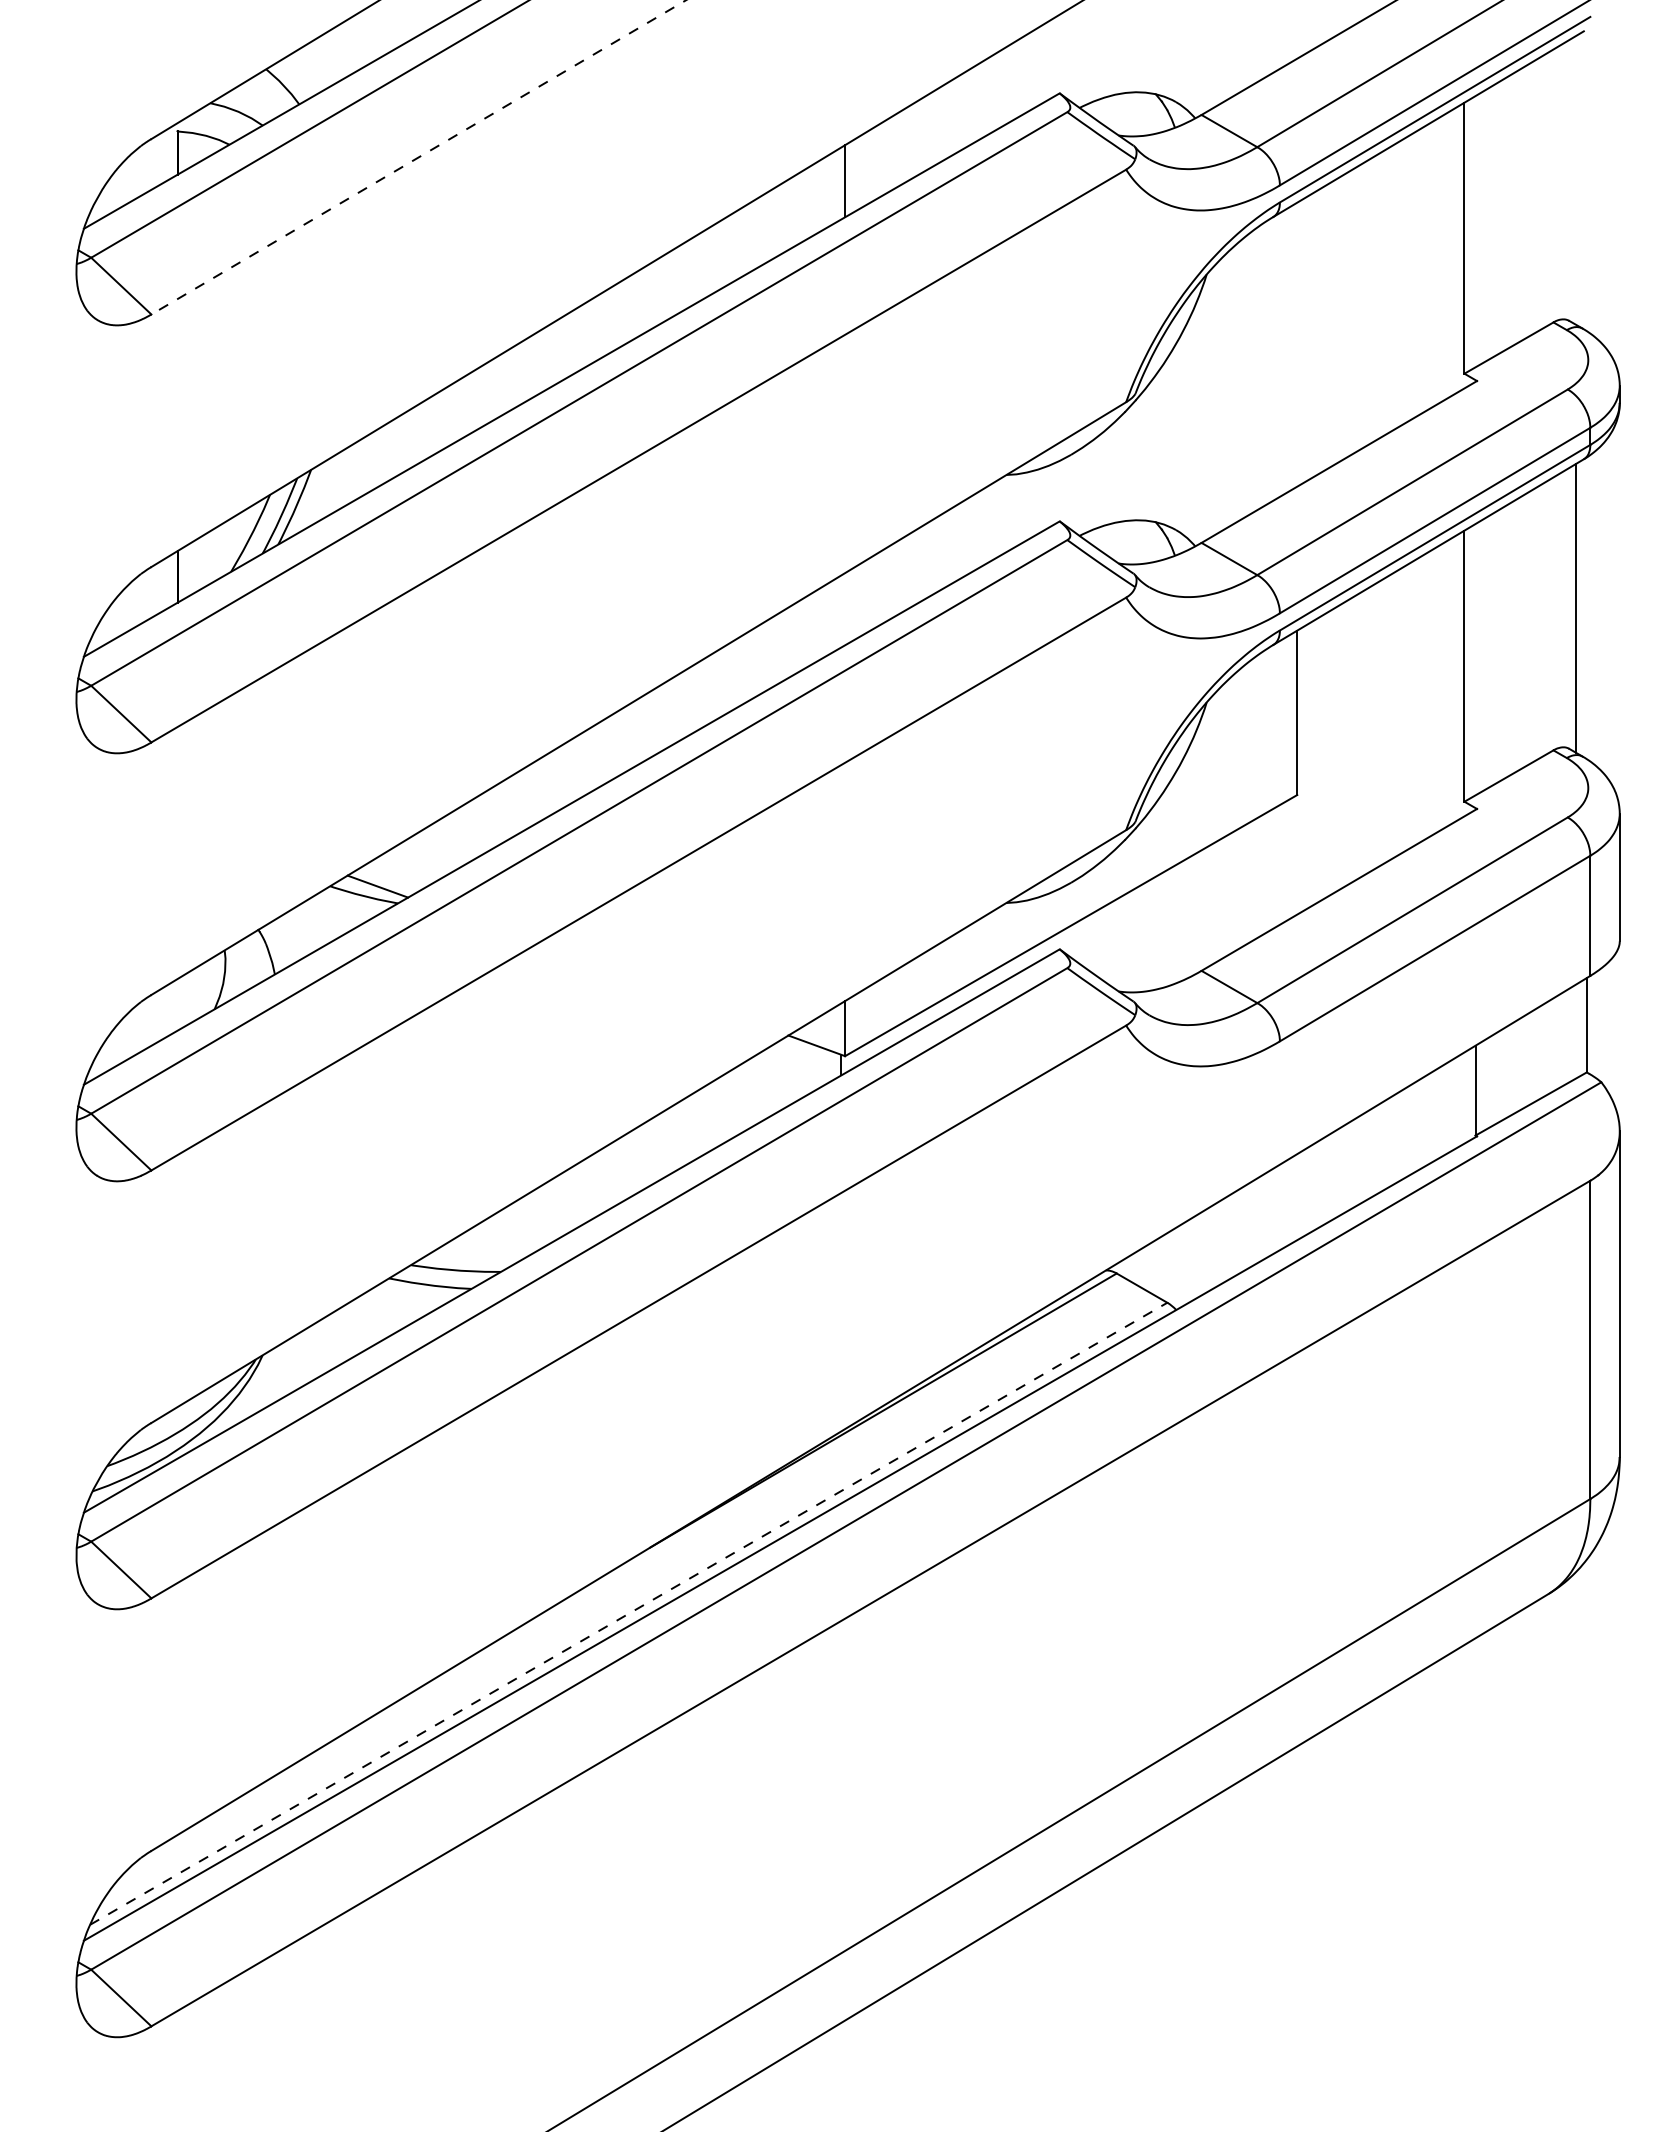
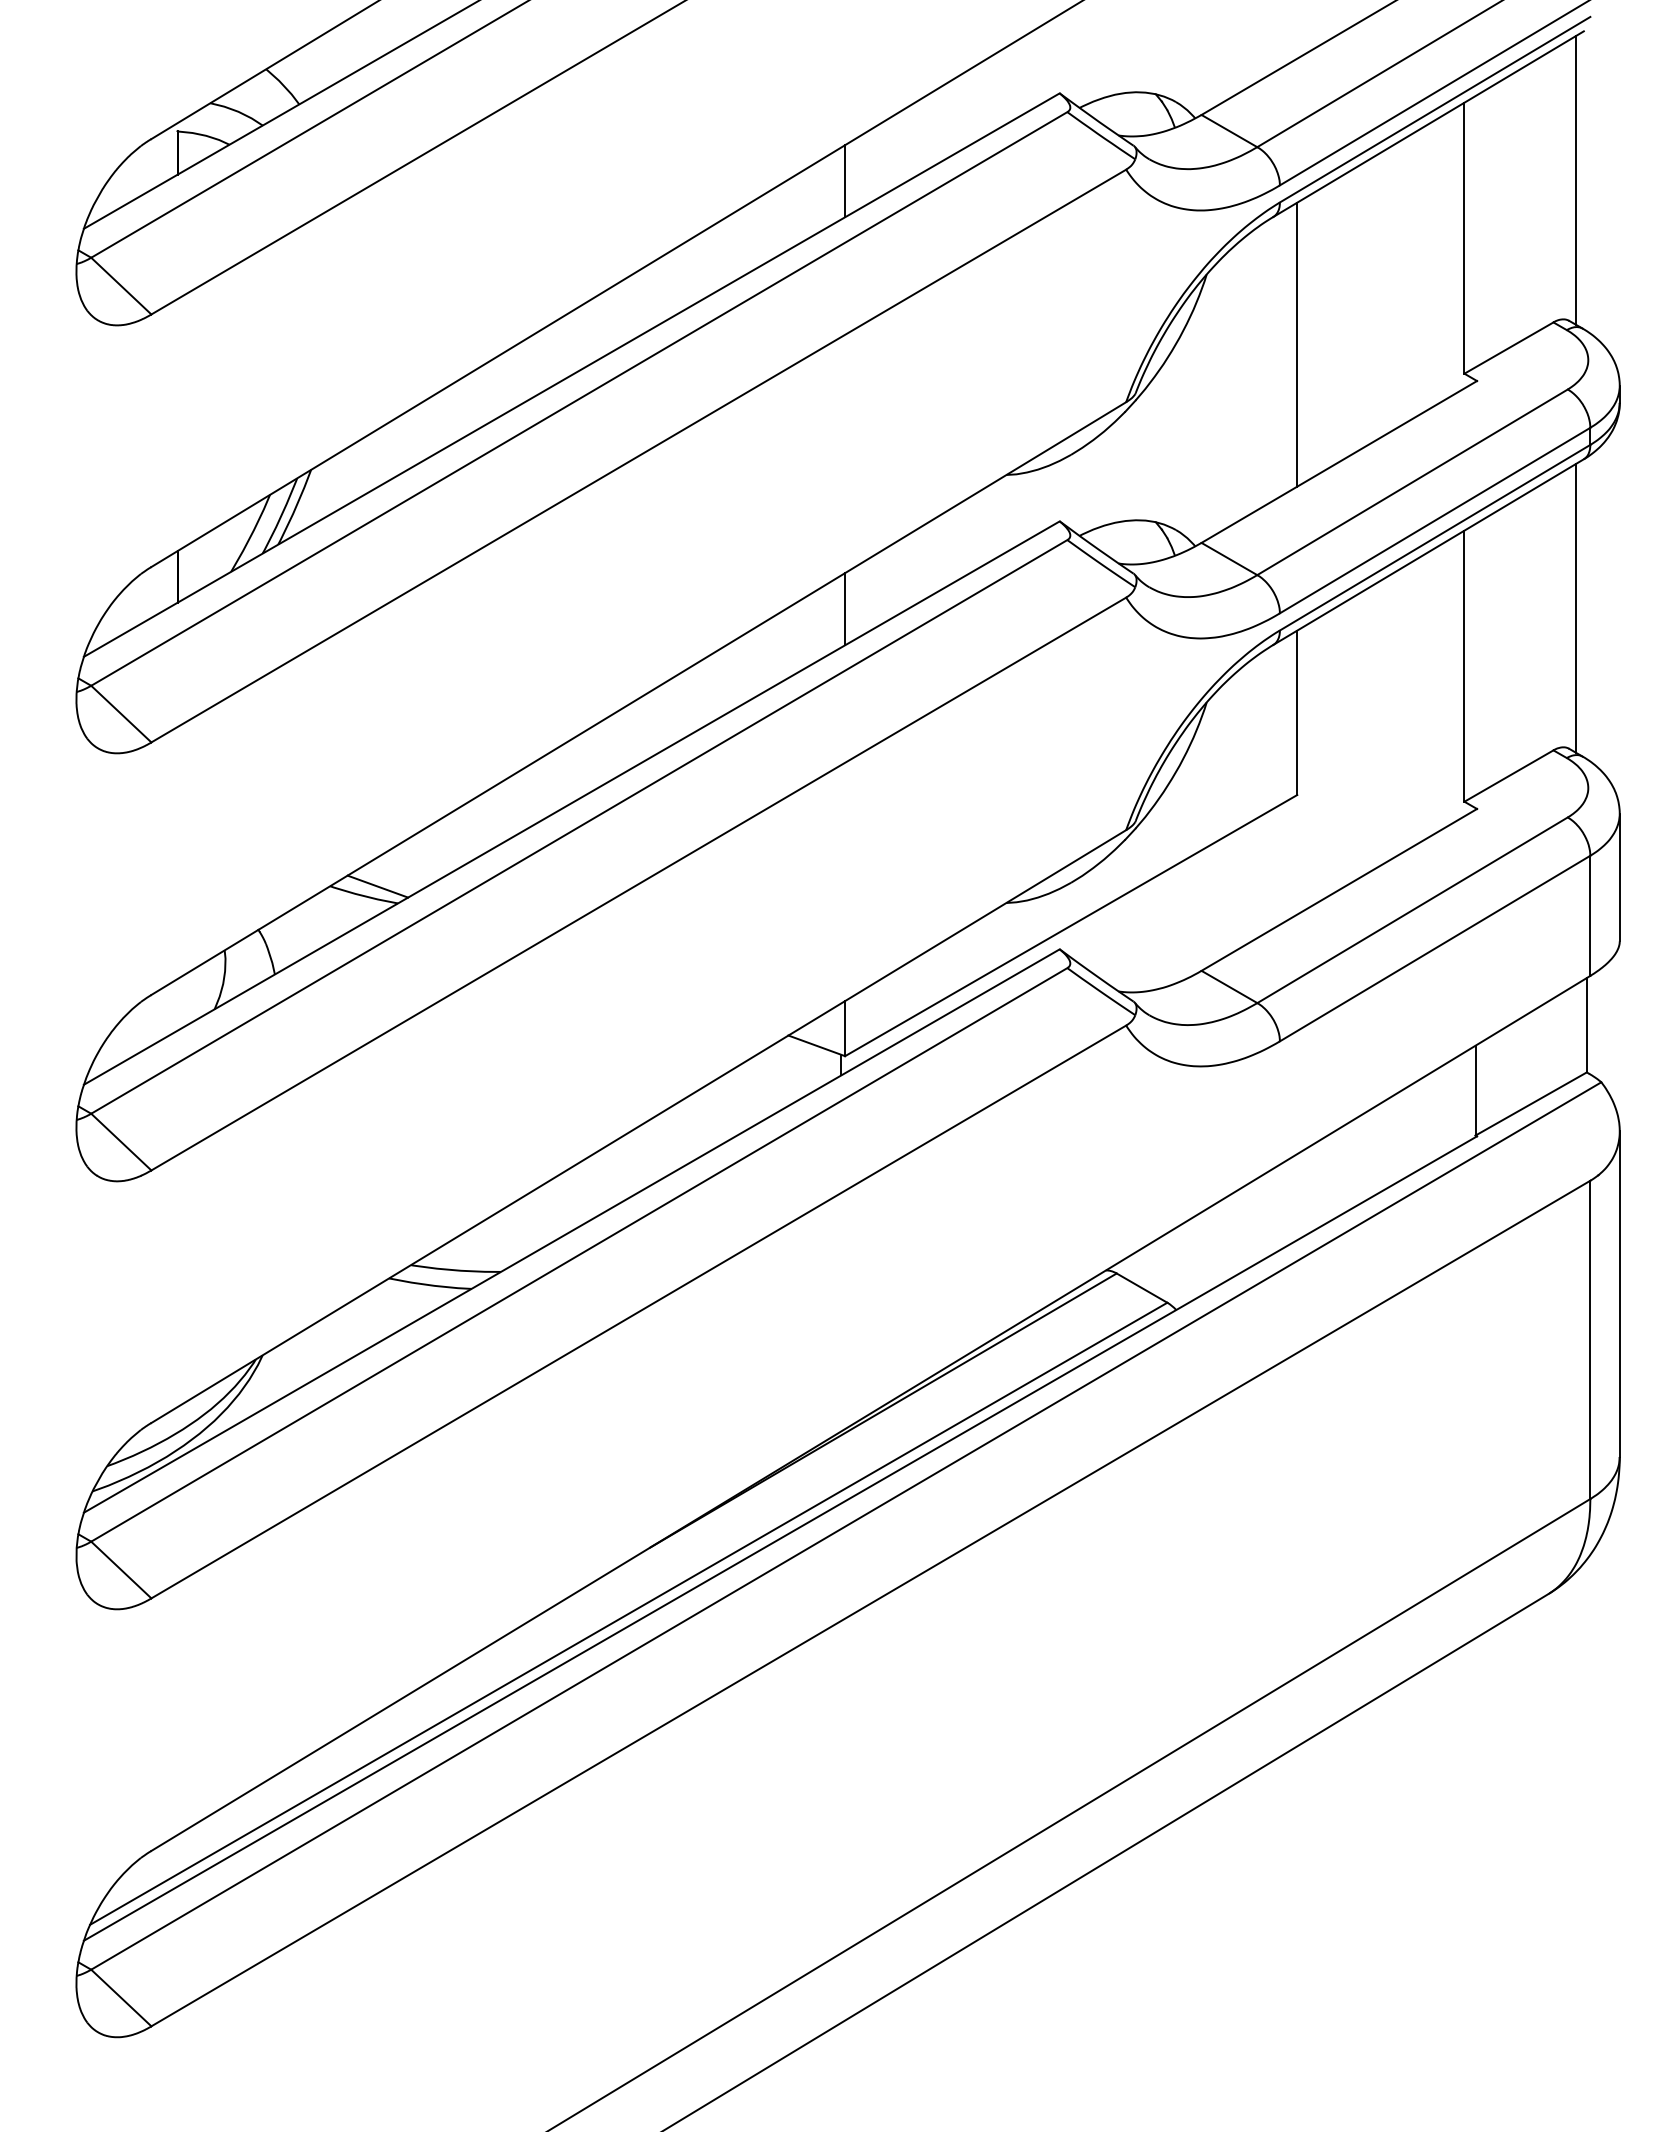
line at (418, 157): dashed -> solid
line at (1575, 180): none -> present
line at (1297, 344): none -> present
line at (845, 609): none -> present
line at (628, 1613): dashed -> solid
